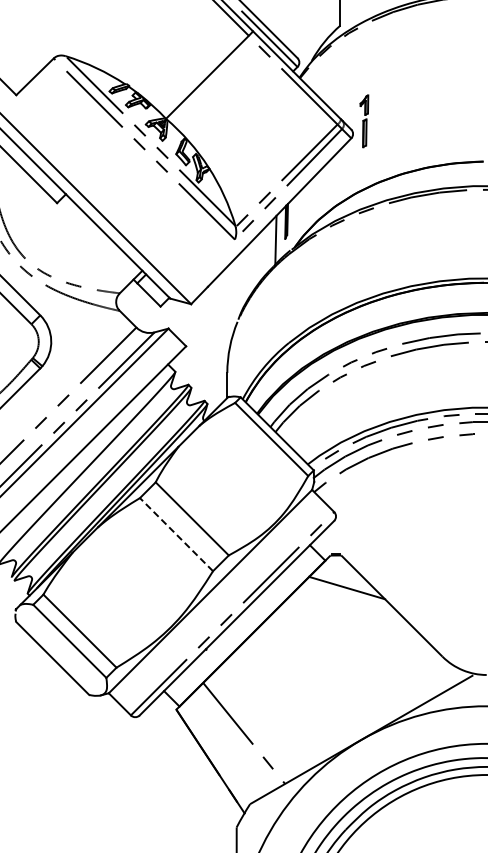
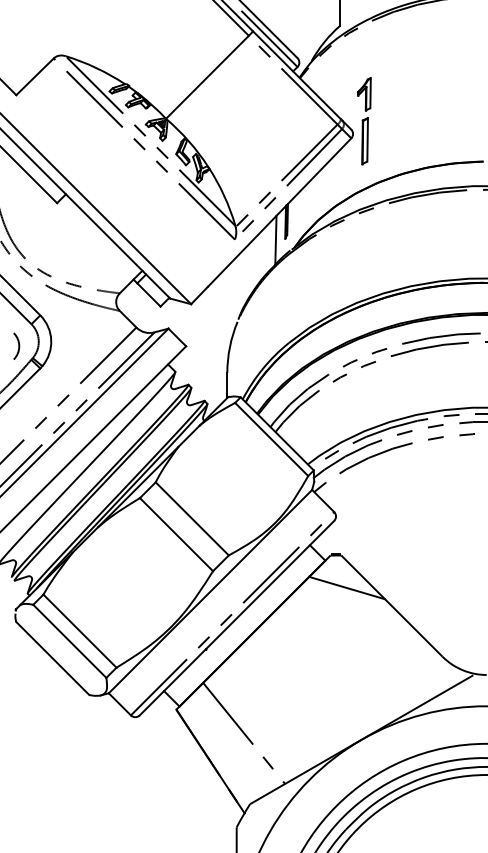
part at (364, 121) size: 11x55 px -> 15x89 px
arc at (18, 345): none -> present
line at (176, 534): dashed -> solid
